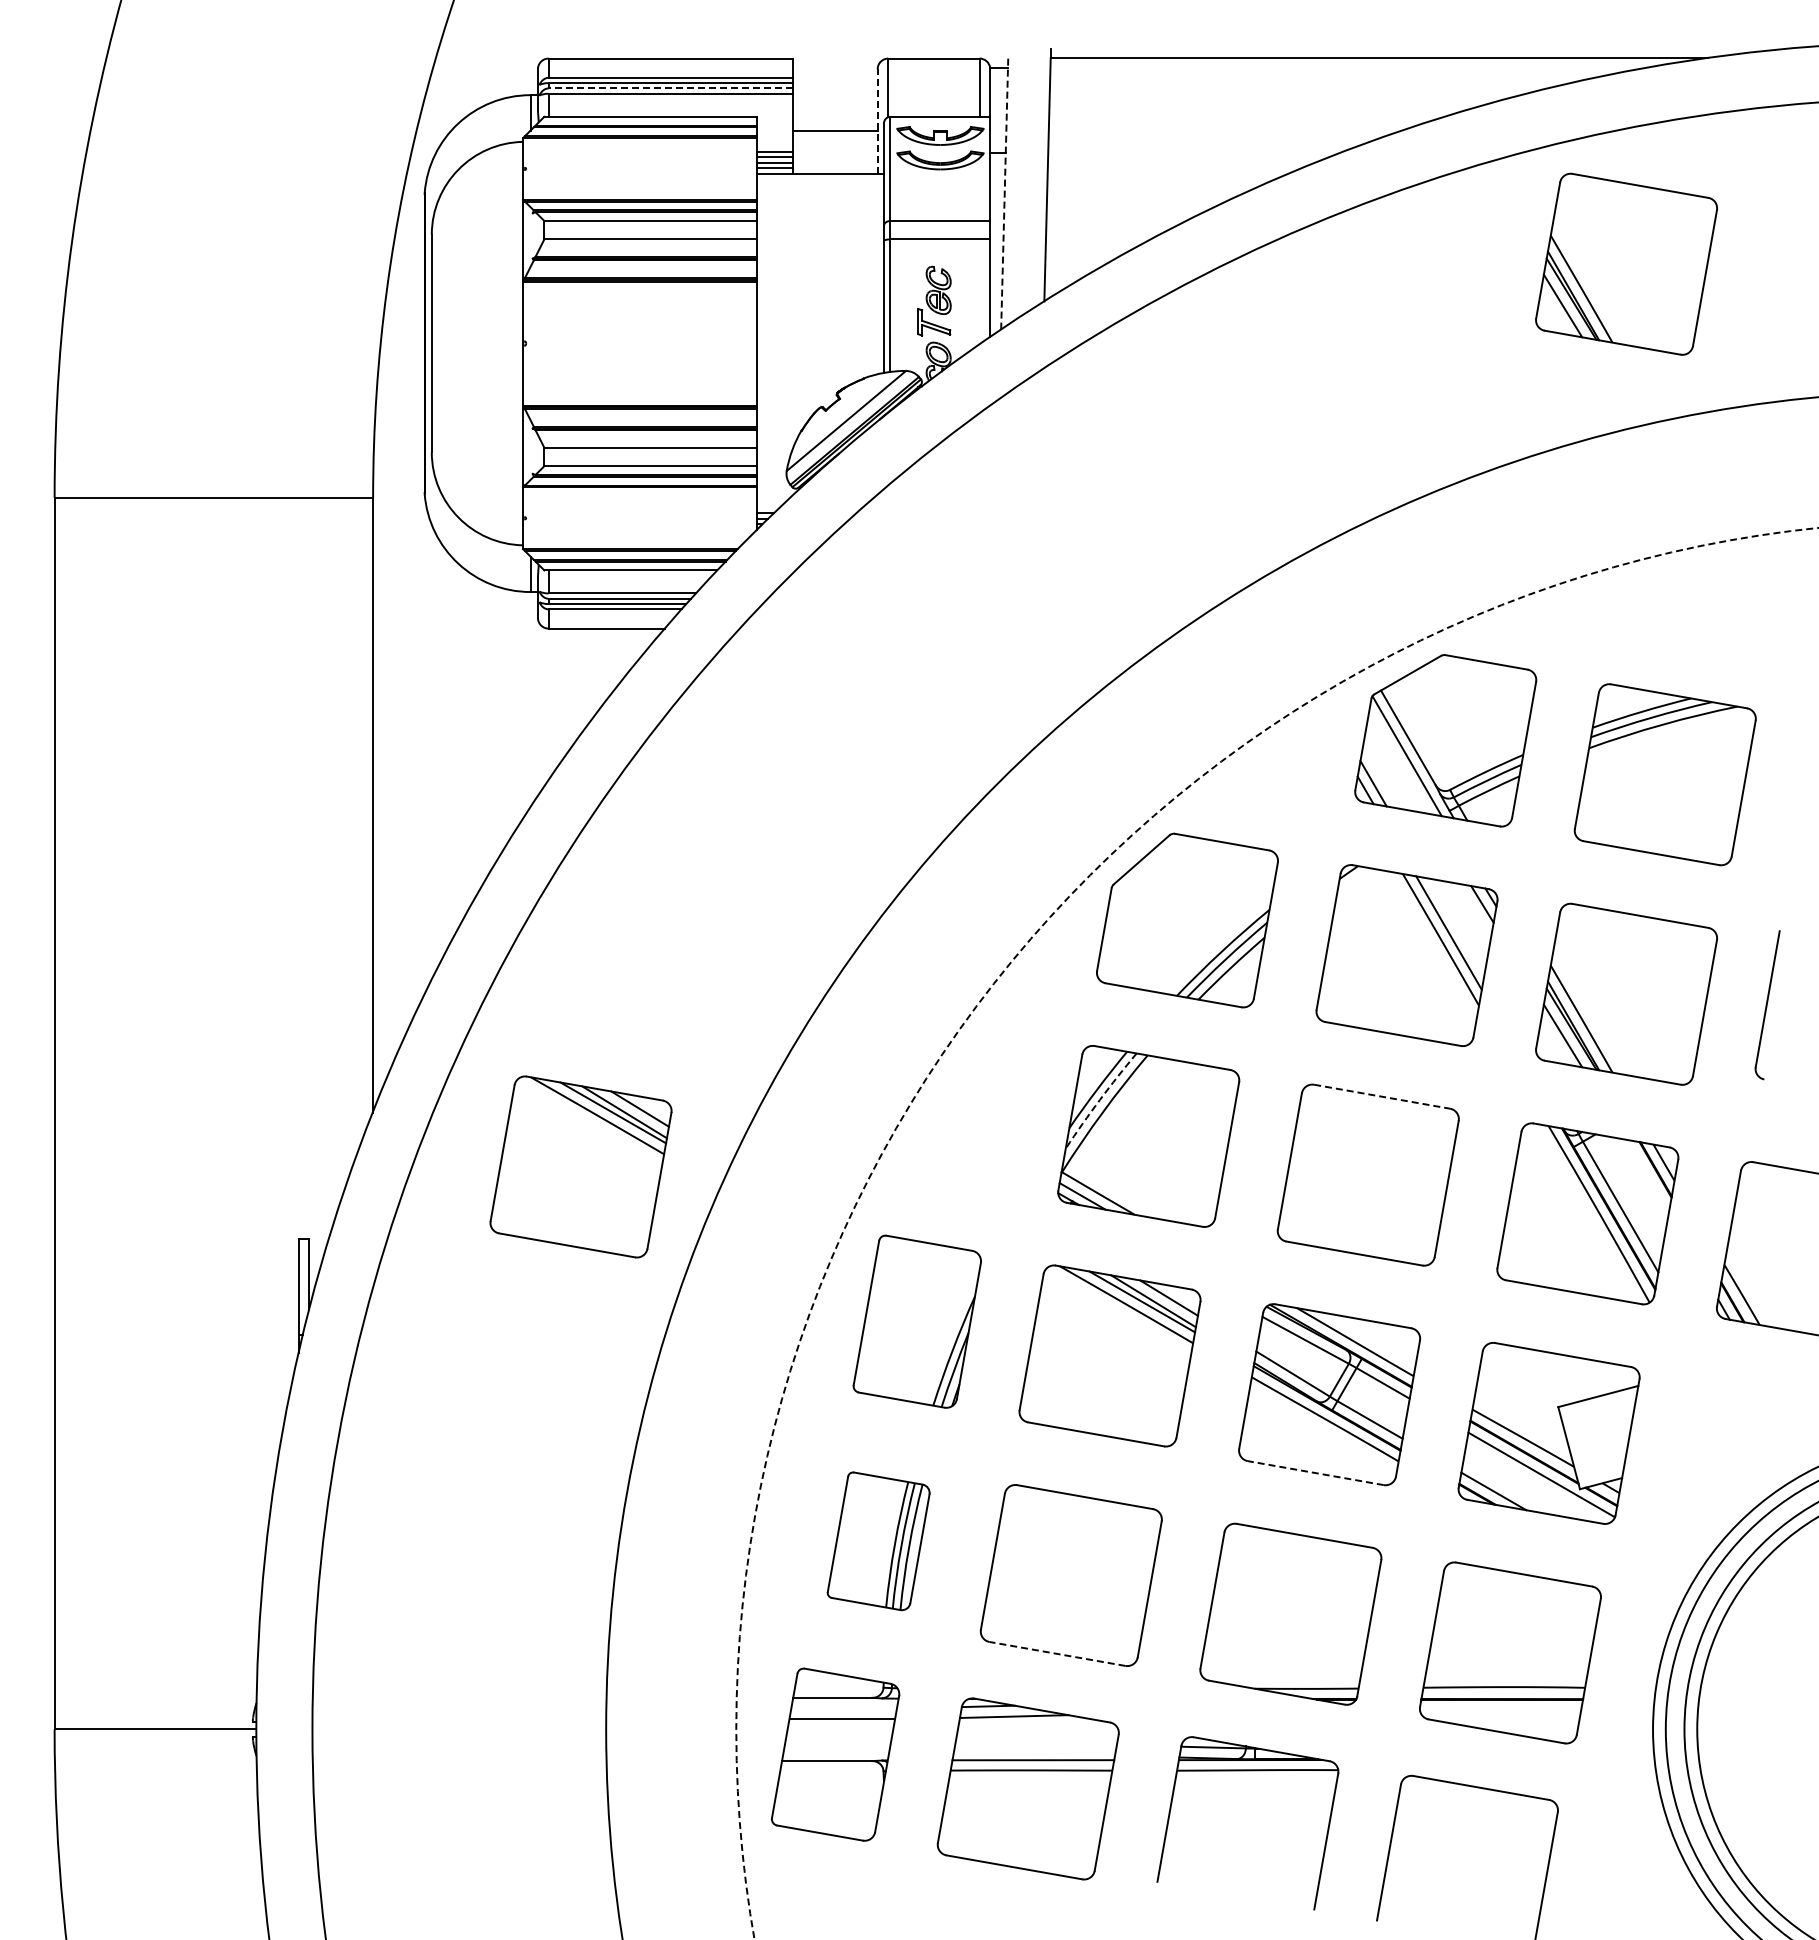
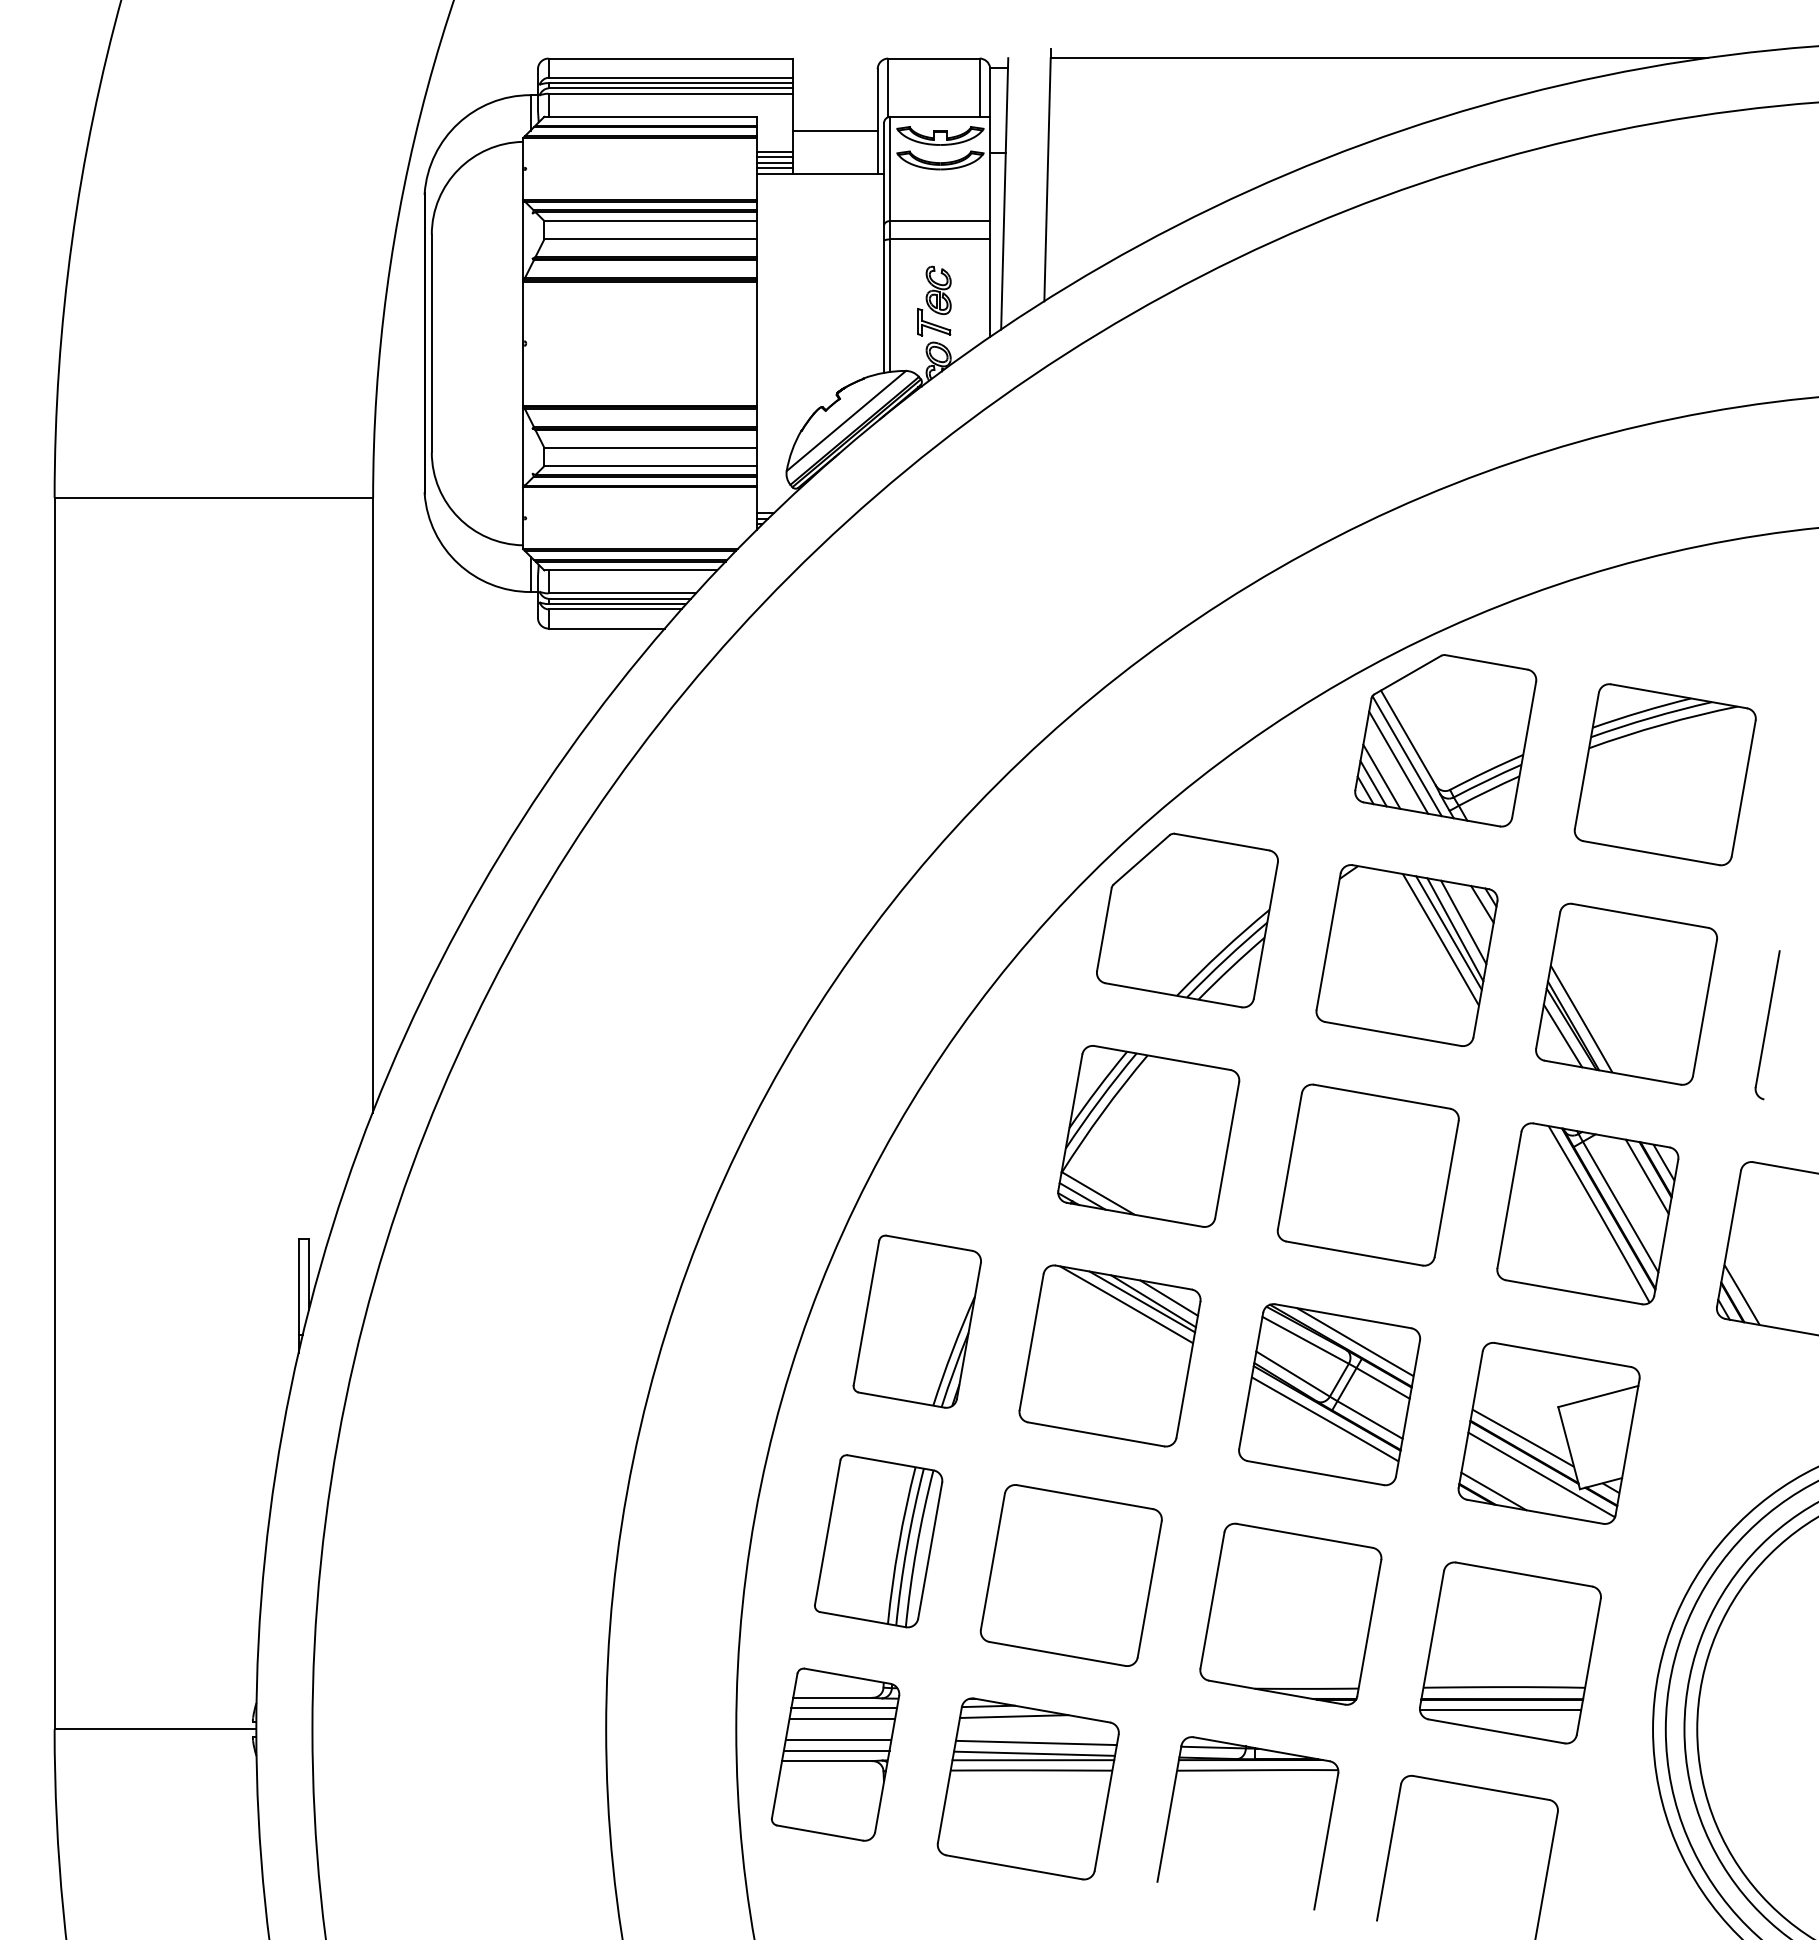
line at (670, 88): dashed -> solid
line at (877, 120): dashed -> solid
line at (1004, 193): dashed -> solid
part at (1626, 263): present -> none
line at (1398, 762): none -> present
line at (1381, 776): none -> present
line at (1463, 922): none -> present
line at (1455, 929): none -> present
part at (1767, 1005) position: (1767, 1005) -> (1767, 1025)
line at (1382, 1096): dashed -> solid
arc at (1099, 1100): dashed -> solid
part at (580, 1166): present -> none
line at (1646, 1176): none -> present
circle at (1277, 1233): dashed -> solid
line at (1315, 1473): dashed -> solid
part at (878, 1541) size: 105x141 px -> 130x175 px
line at (1057, 1653): dashed -> solid
line at (844, 1708): none -> present
line at (1500, 1710): none -> present
line at (838, 1740): none -> present
line at (1035, 1742): none -> present
line at (836, 1750): none -> present
line at (1034, 1753): none -> present
